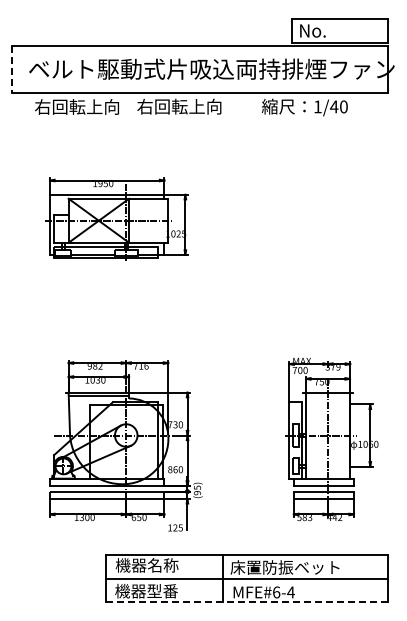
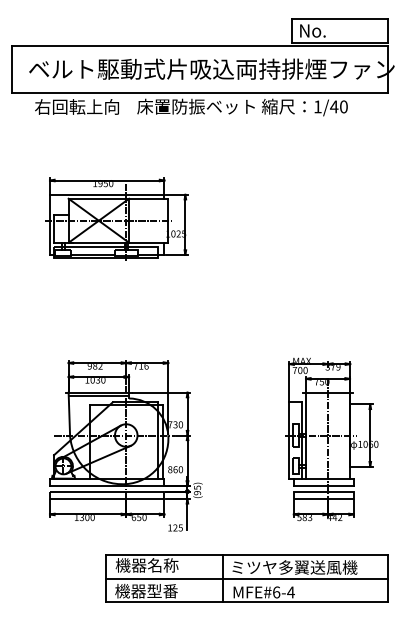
line at (12, 70): dashed -> solid
text at (195, 106): 右回転上向 -> 床置防振ベット
text at (293, 567): 床置防振ベット -> ミツヤ多翼送風機
line at (246, 602): dashed -> solid
